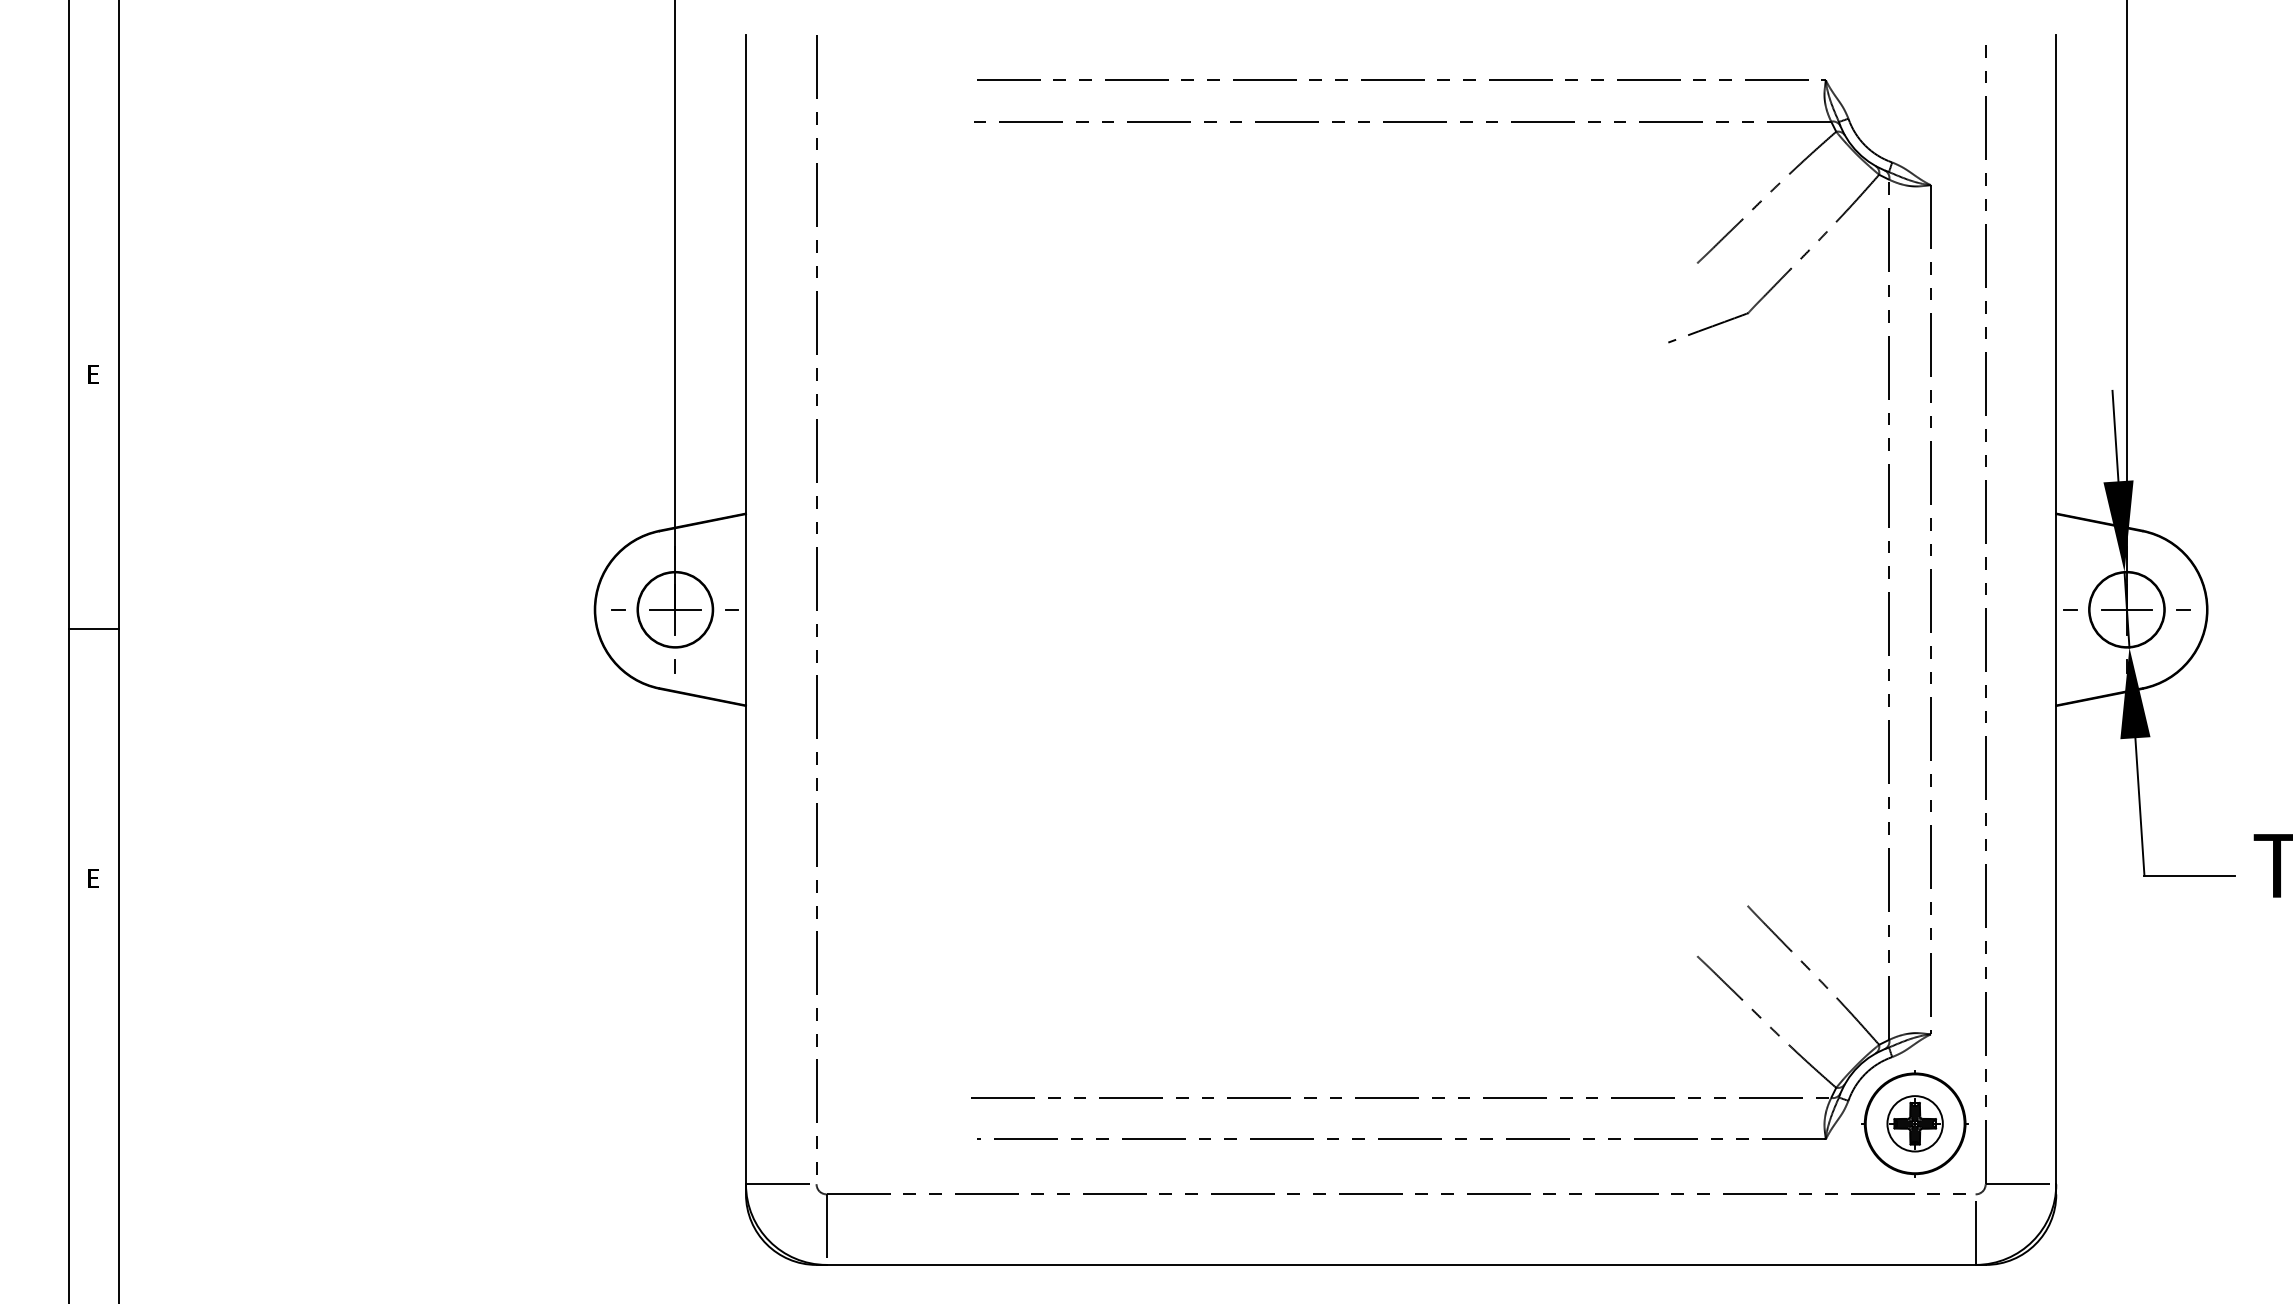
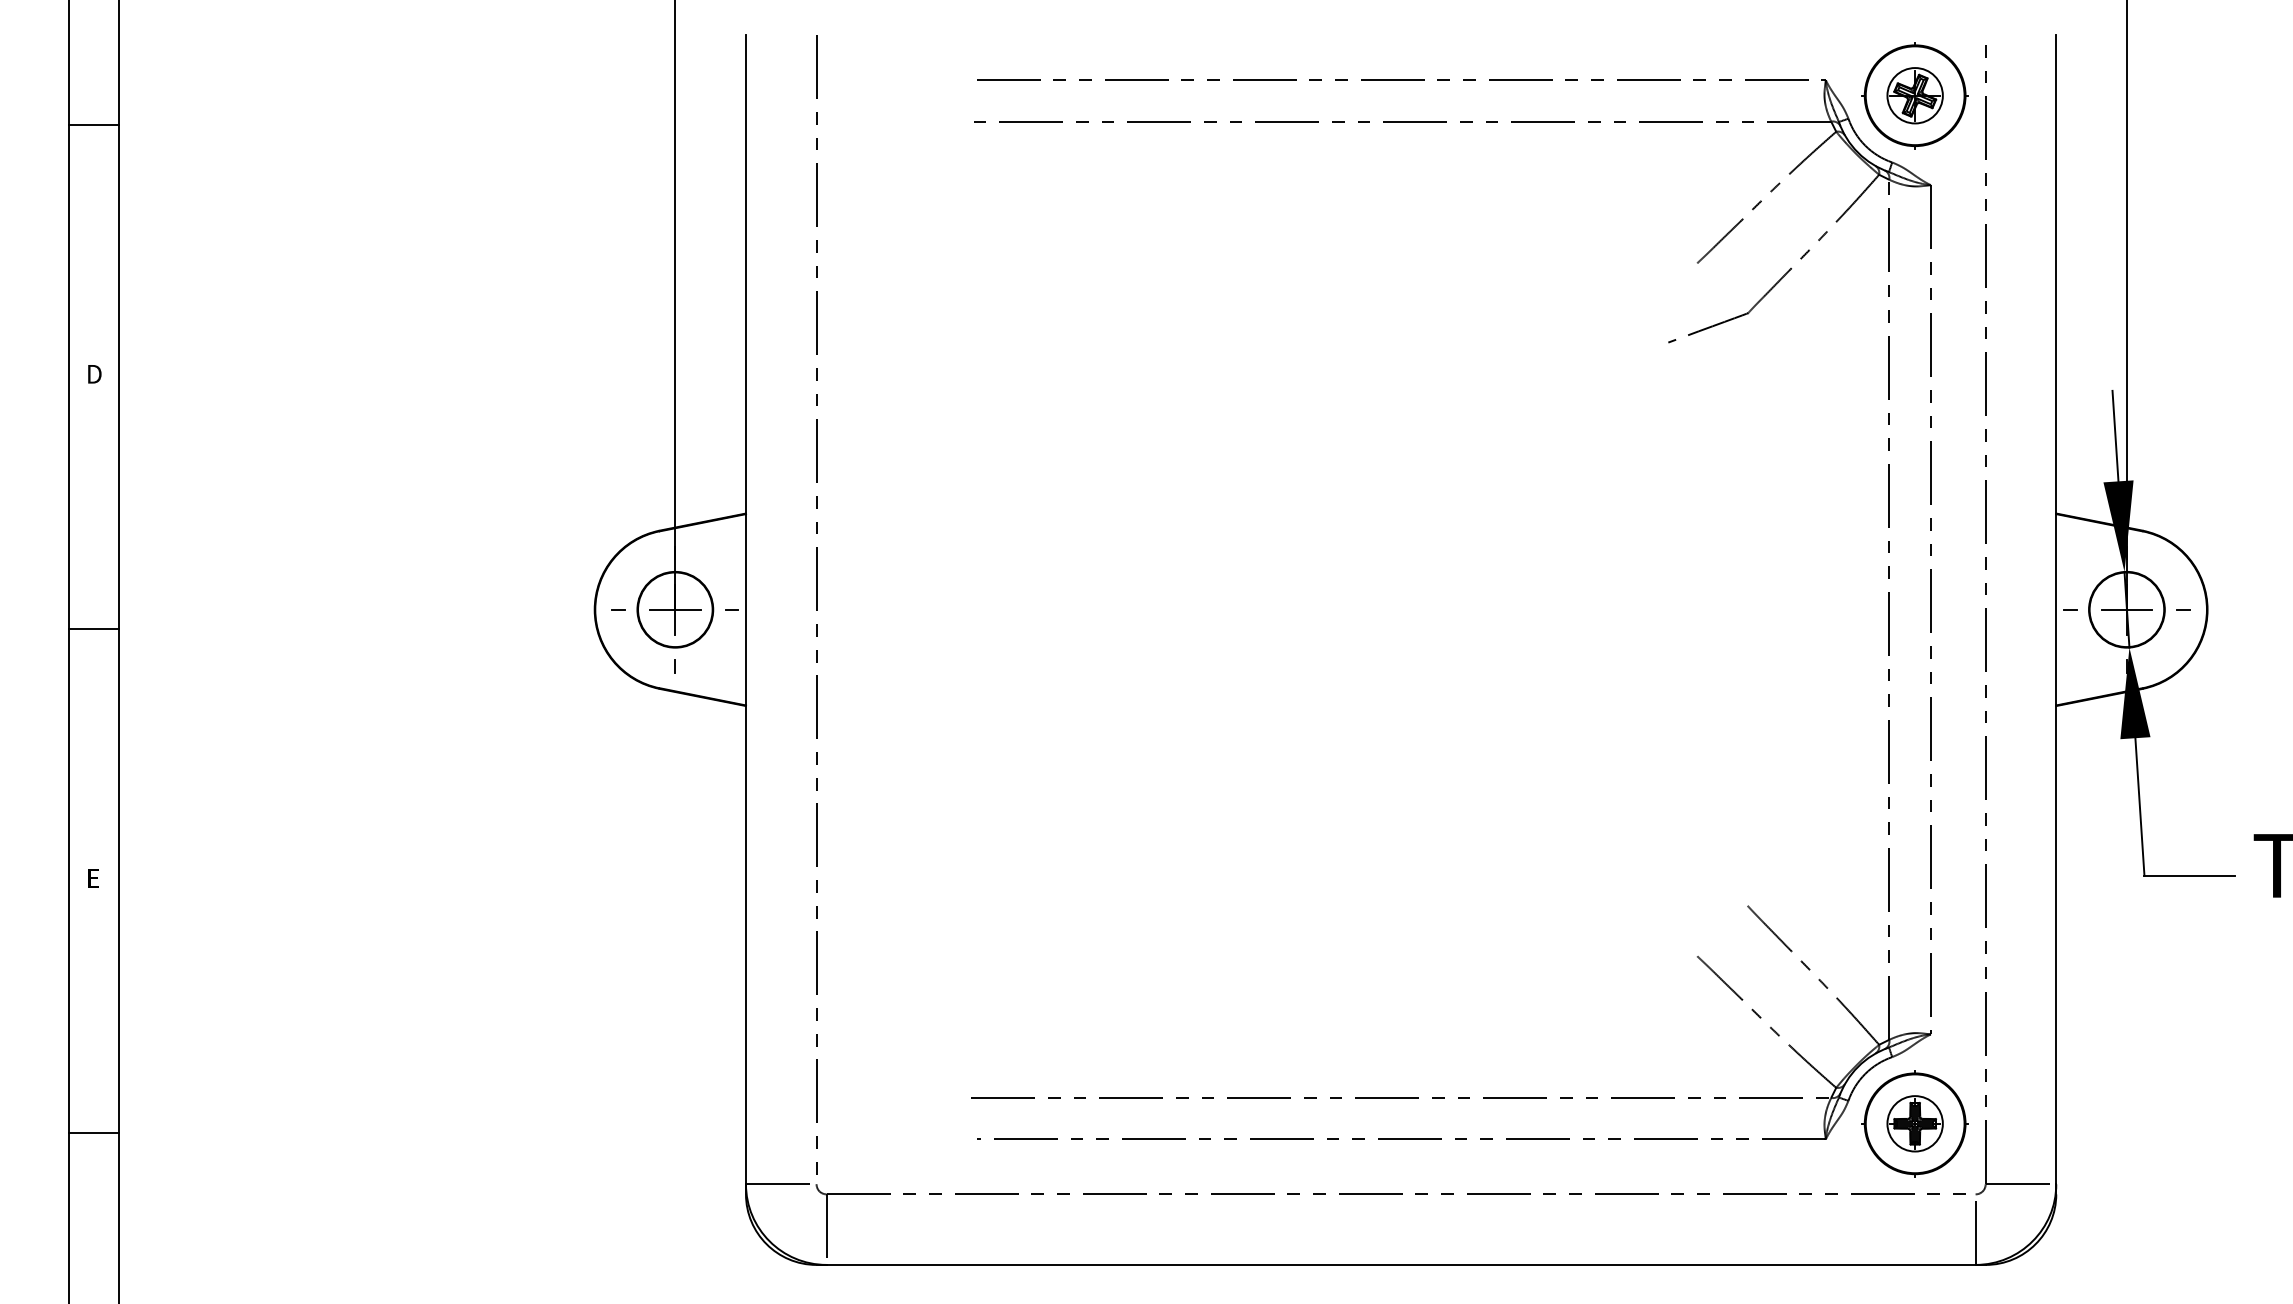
part at (1914, 95): none -> present
line at (93, 124): none -> present
text at (94, 374): E -> D
line at (93, 1132): none -> present
